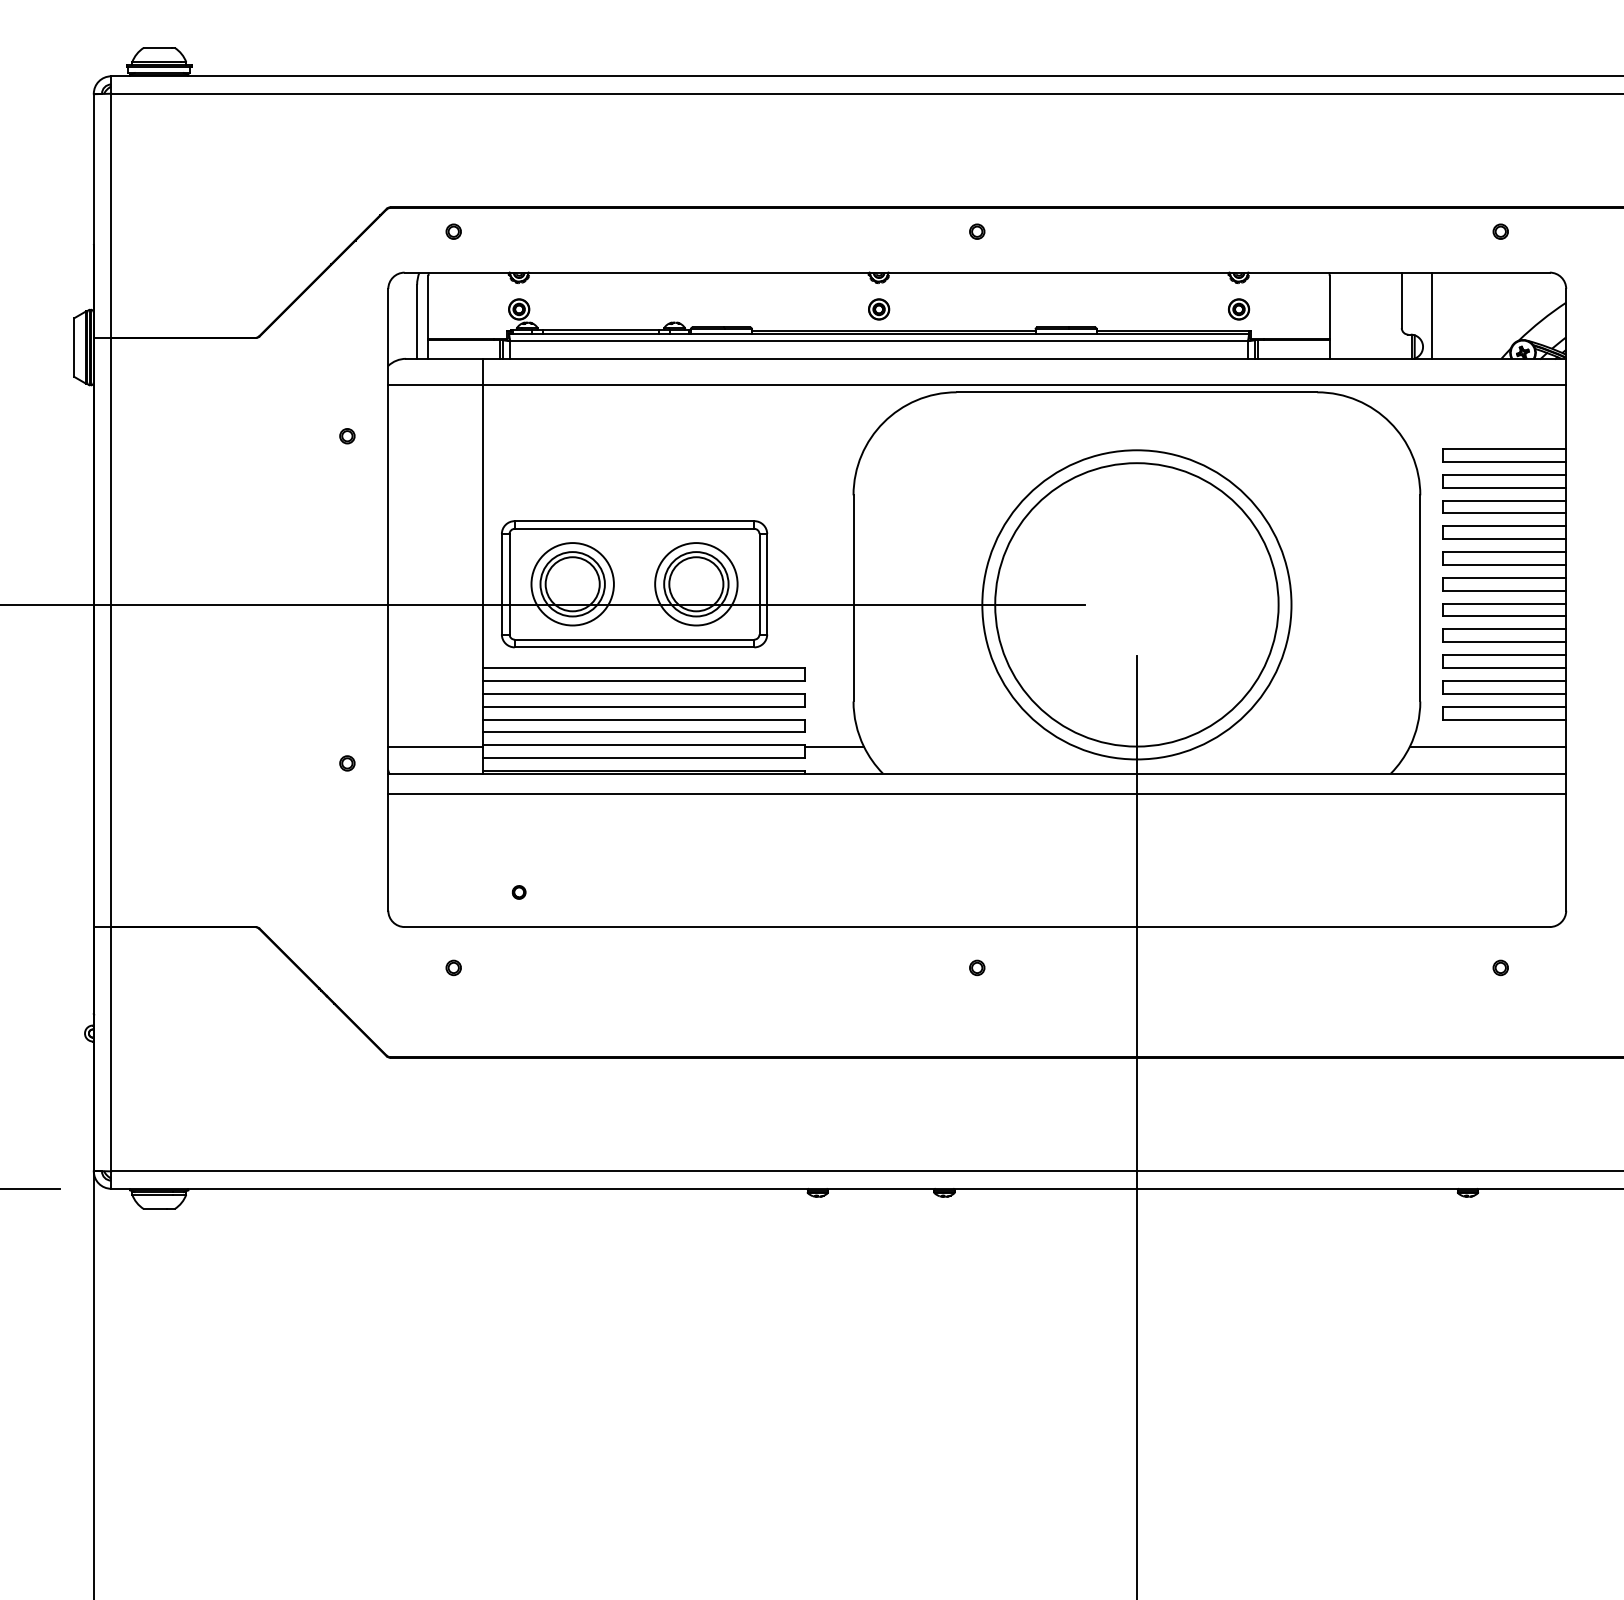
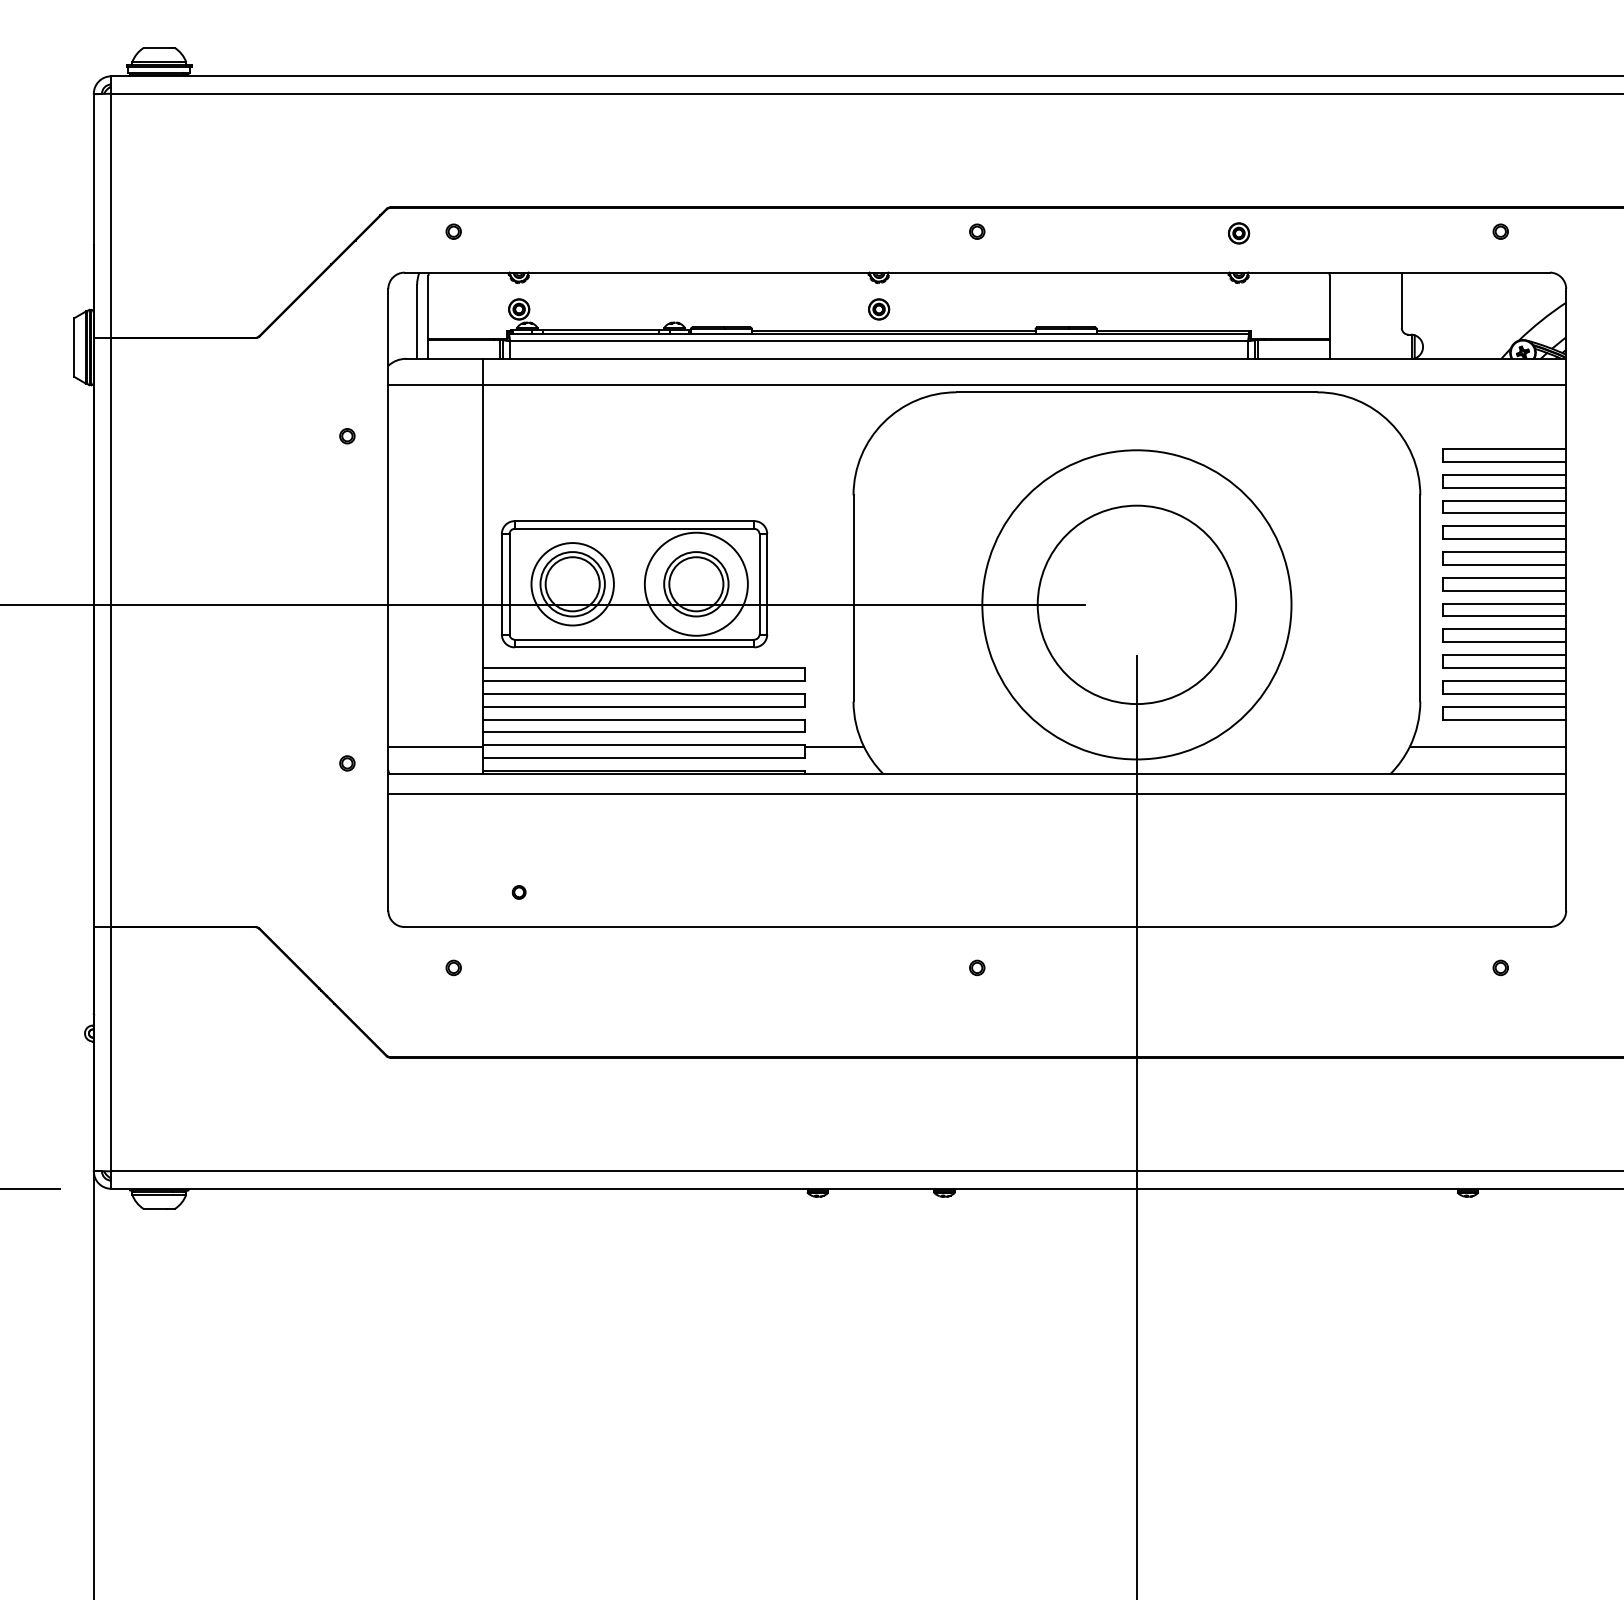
part at (1239, 309) position: (1239, 309) -> (1239, 233)
line at (1432, 315): present -> none
circle at (696, 584) diameter: 82 px -> 103 px
circle at (1136, 604) diameter: 283 px -> 198 px
